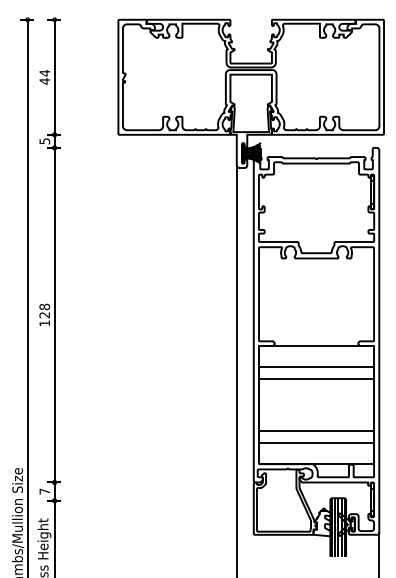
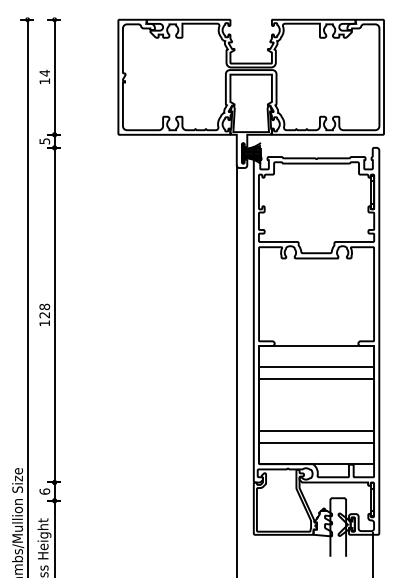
text at (44, 81): 44 -> 14
text at (44, 491): 7 -> 6
hatch at (337, 527): present -> none
line at (379, 553) position: (379, 553) -> (373, 553)
